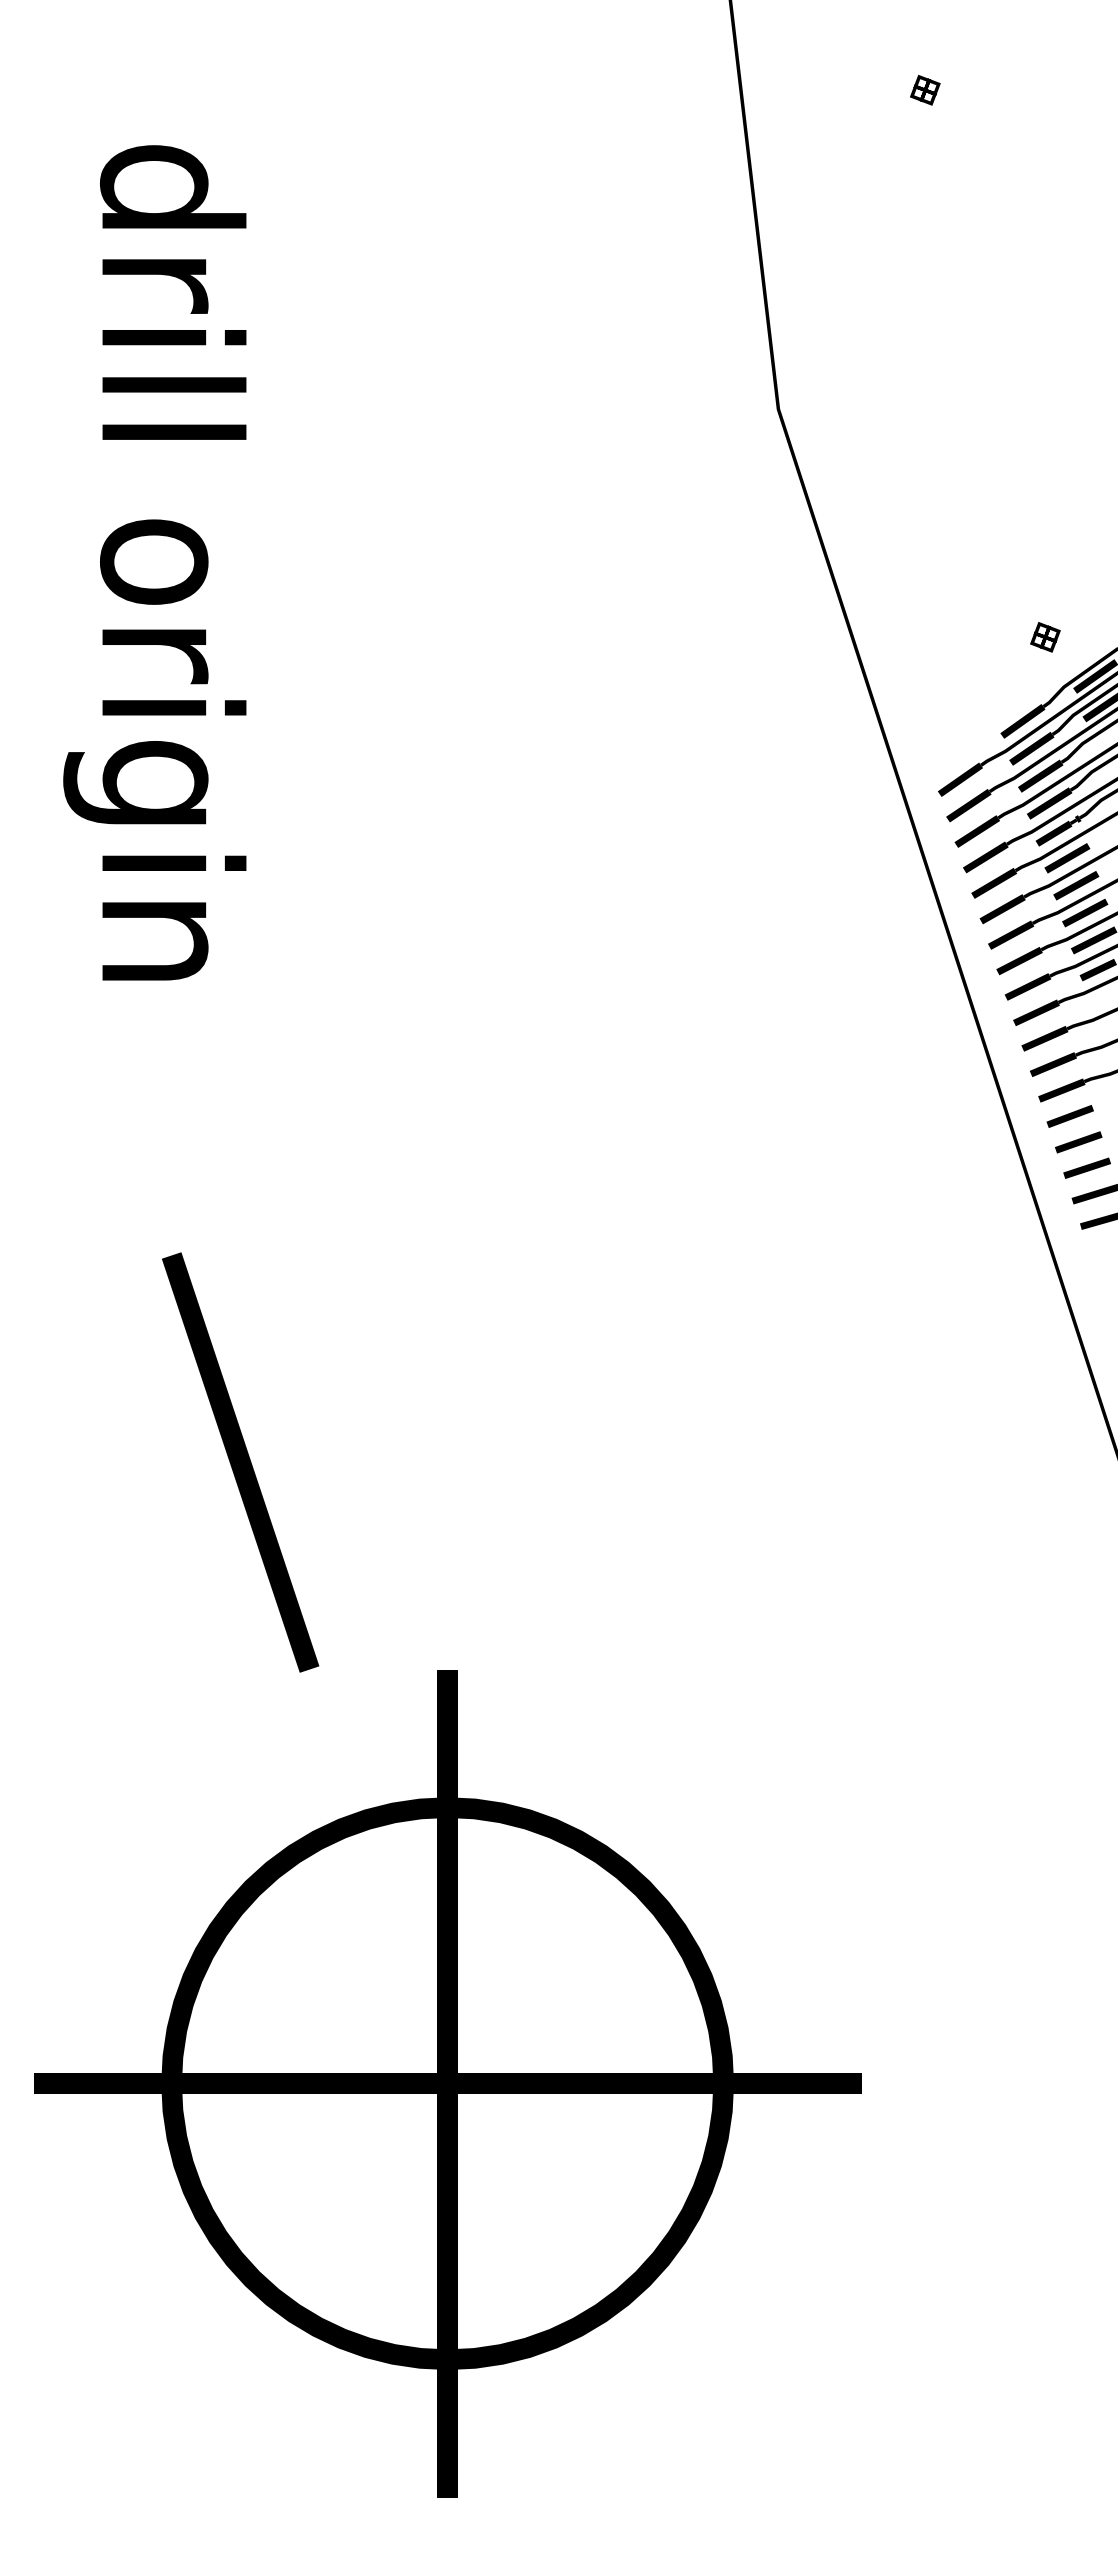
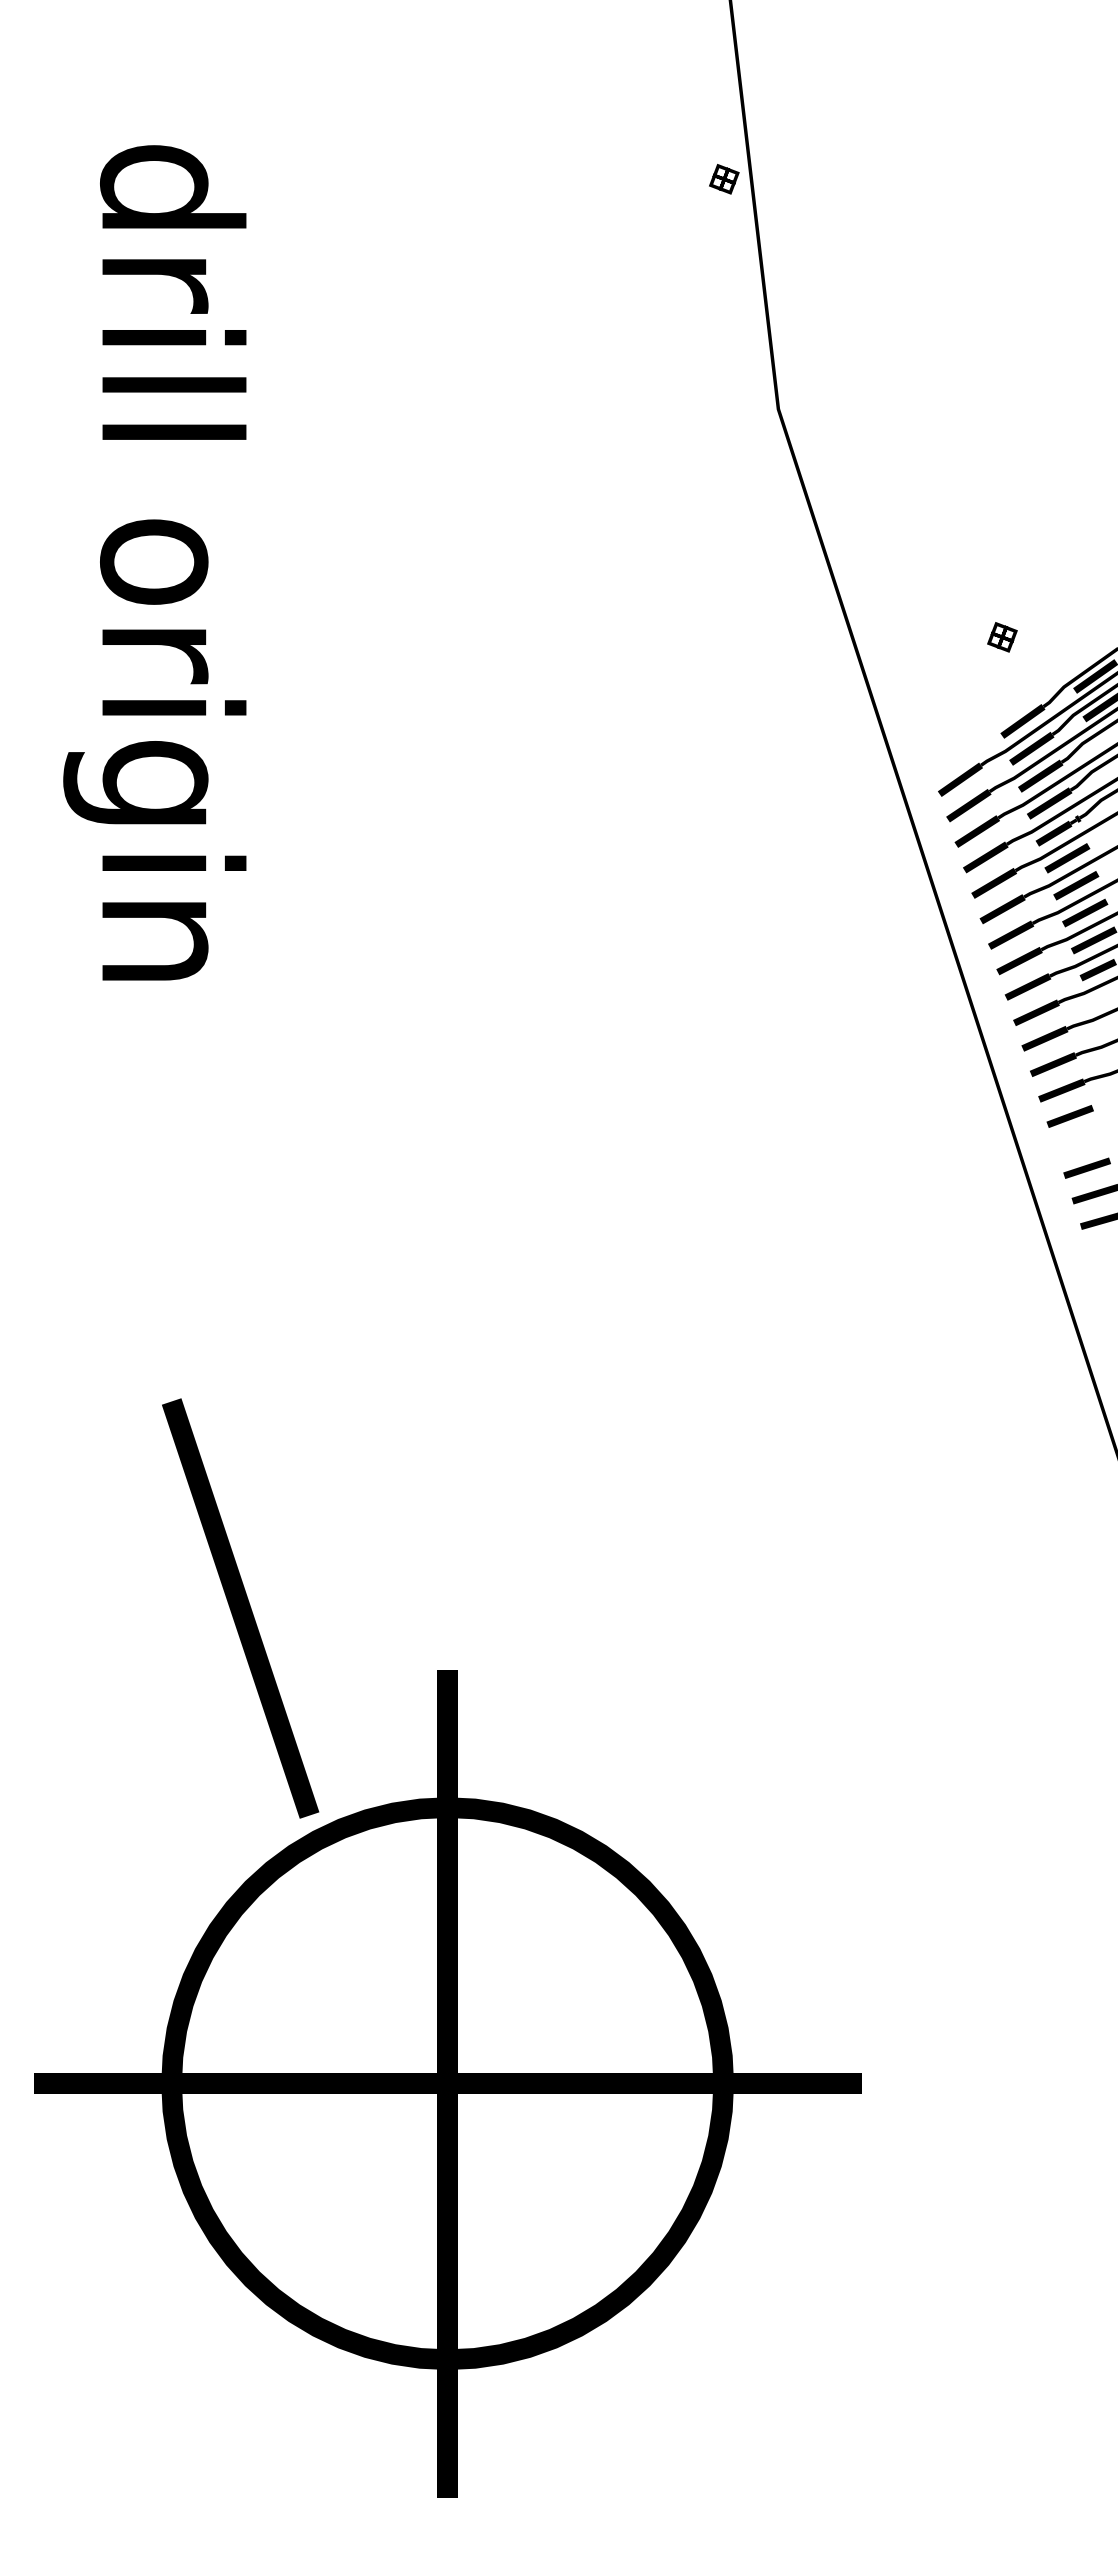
part at (925, 90) position: (925, 90) -> (724, 179)
part at (1045, 637) position: (1045, 637) -> (1002, 637)
line at (1078, 1142): present -> none
line at (240, 1462) position: (240, 1462) -> (240, 1608)
